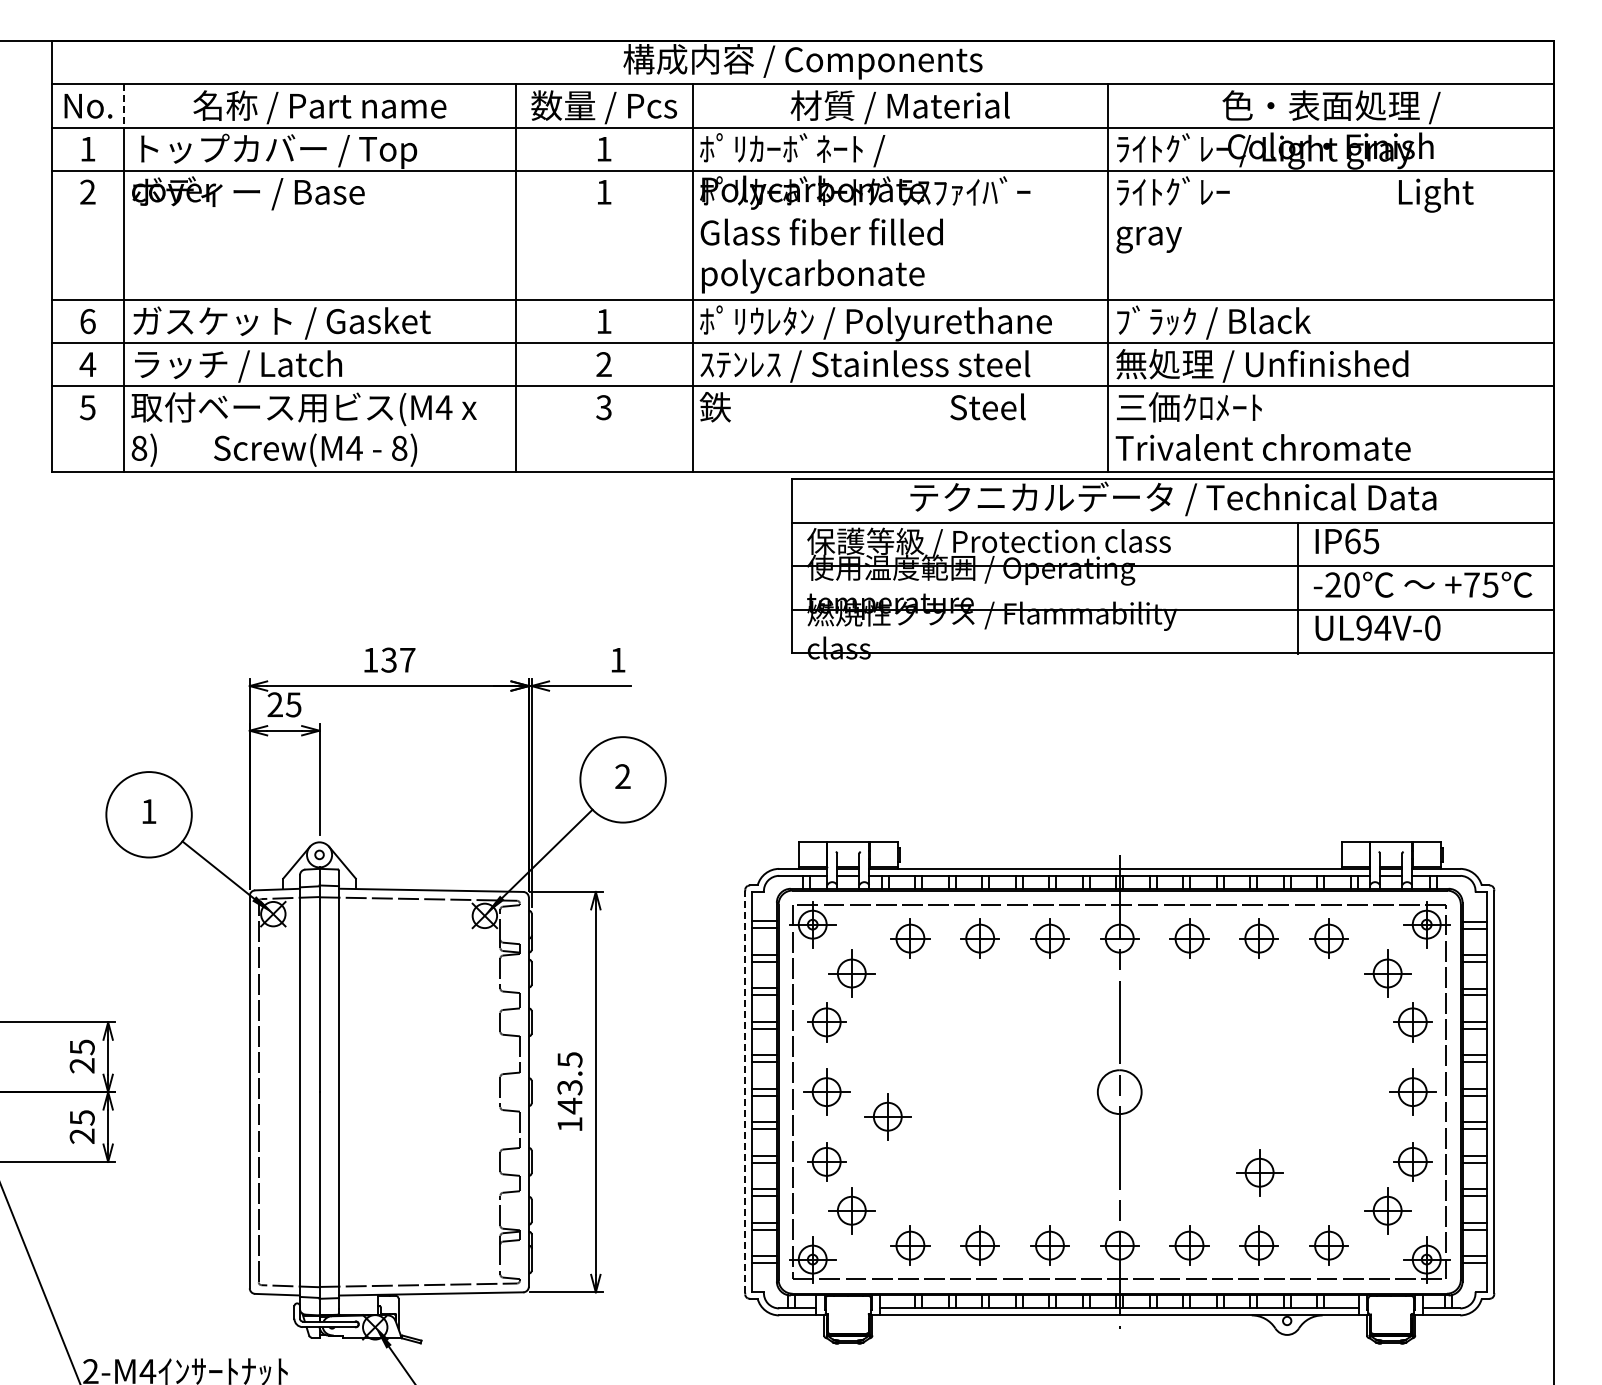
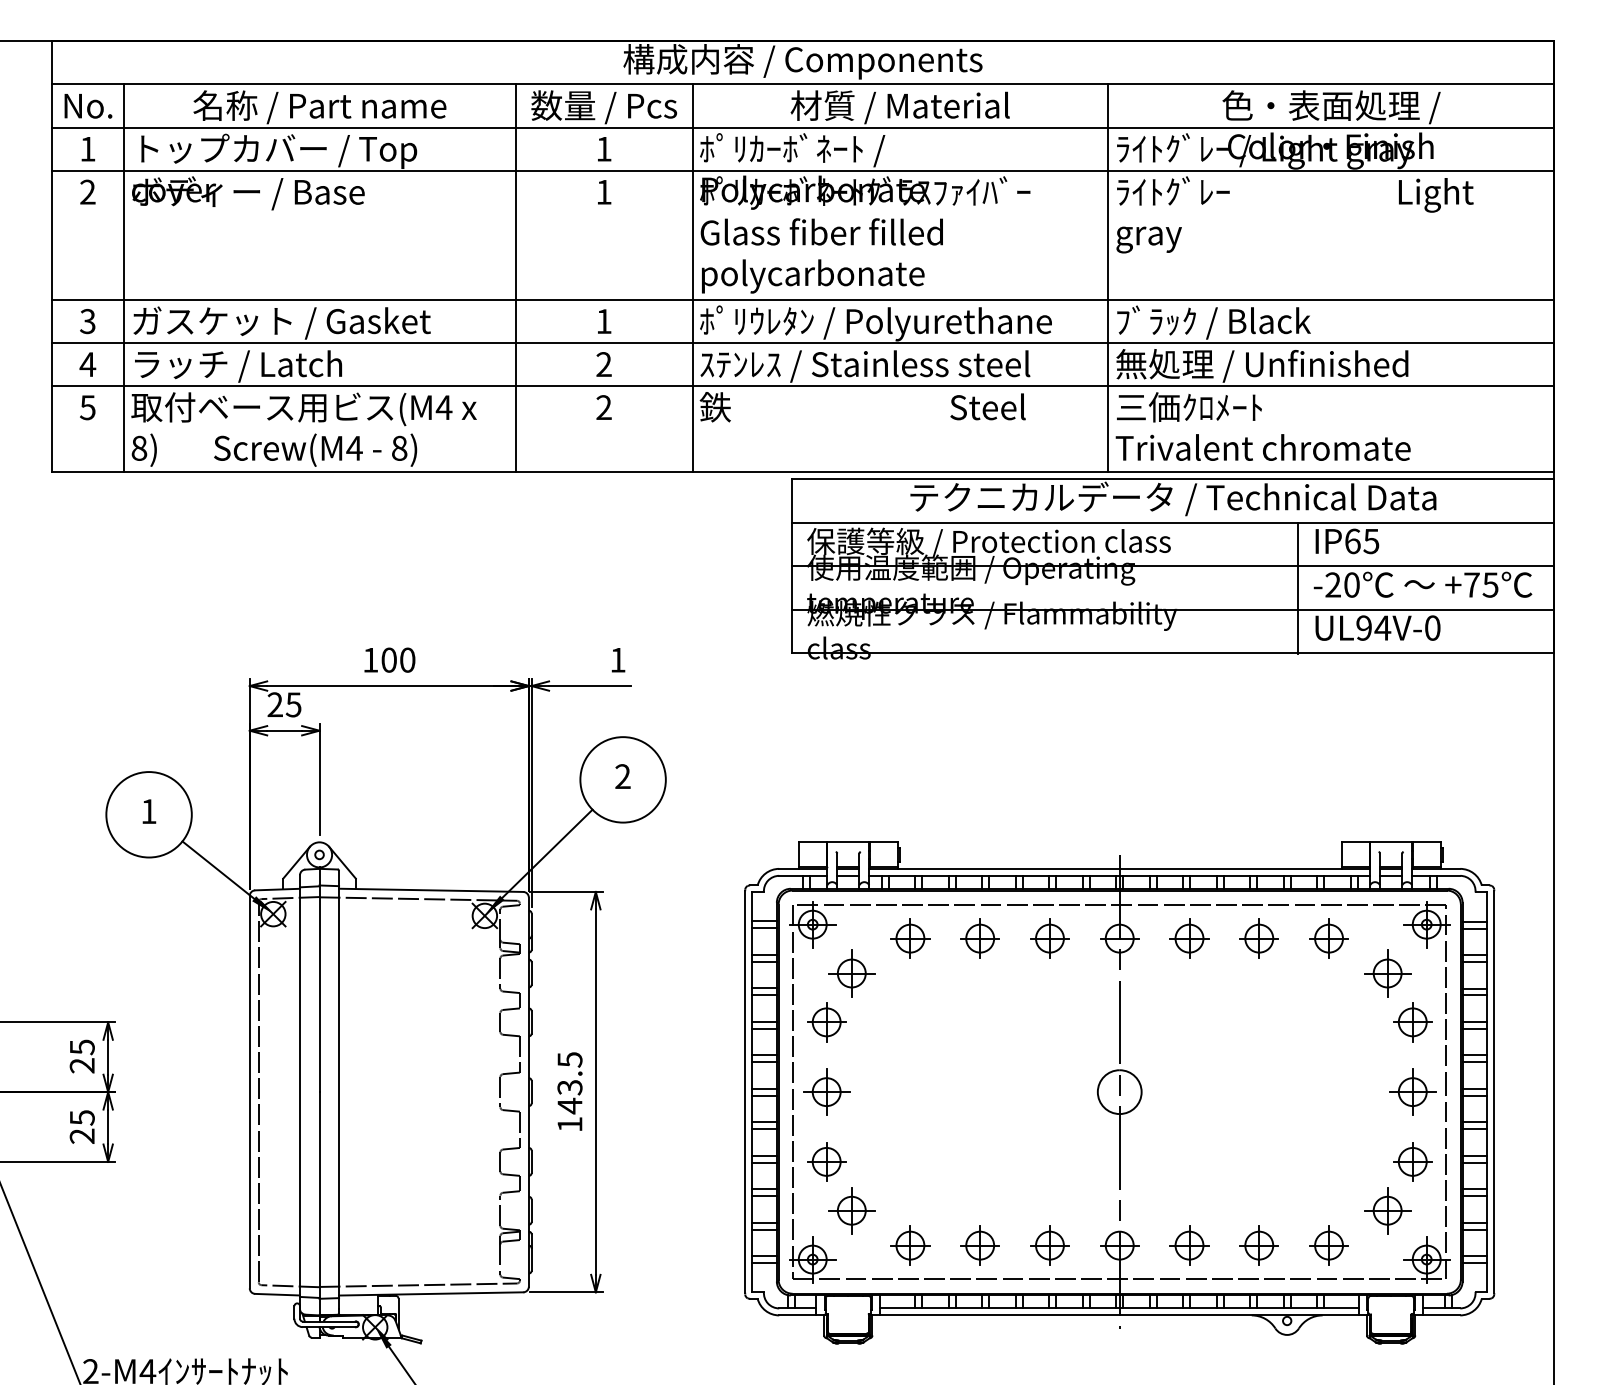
line at (123, 106): dashed -> solid
text at (87, 321): 6 -> 3
text at (603, 407): 3 -> 2
text at (398, 659): 137 -> 100
line at (745, 1092): dashed -> solid
part at (887, 1116): present -> none
part at (1259, 1172): present -> none
